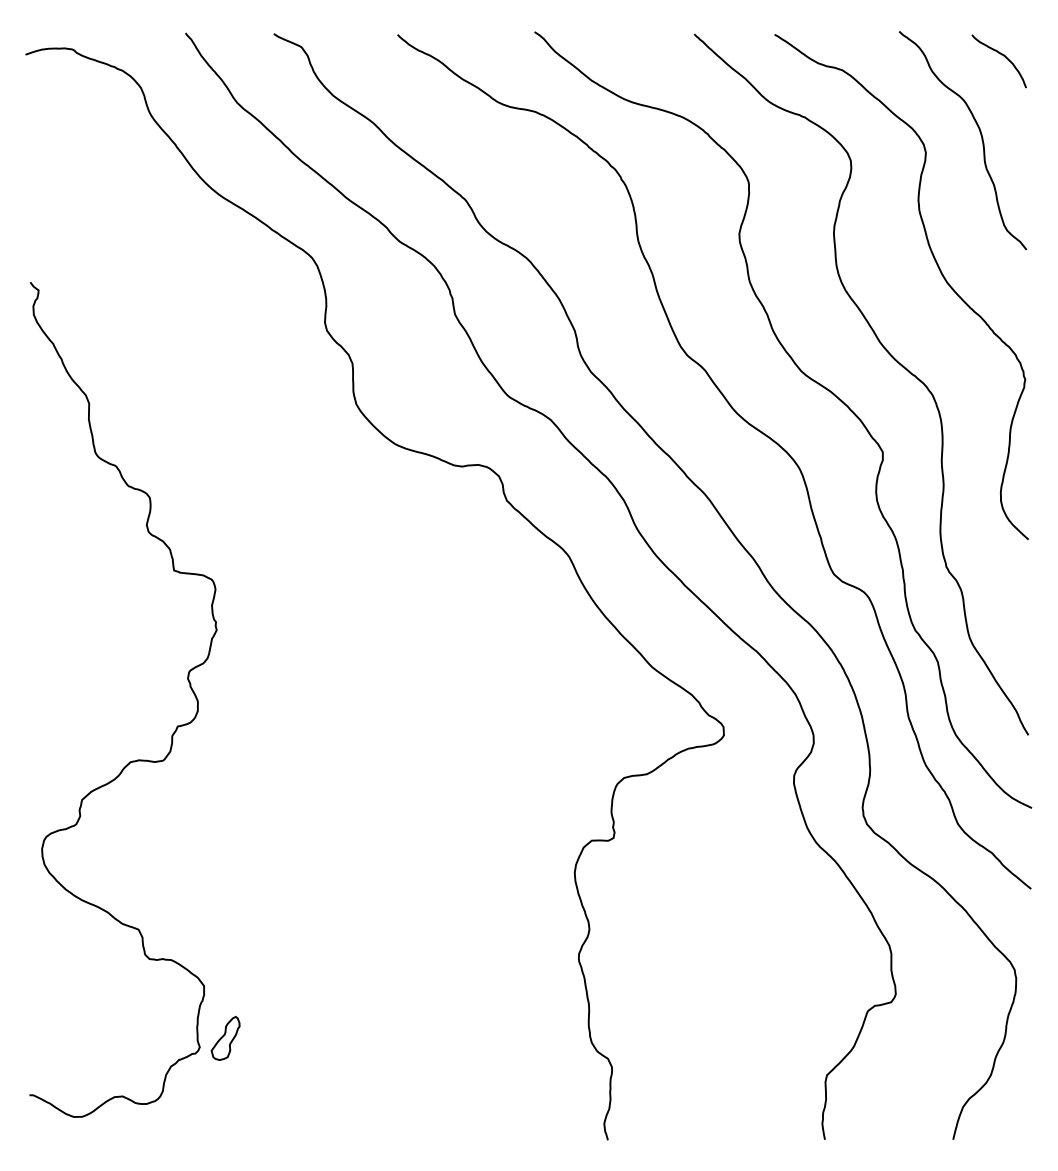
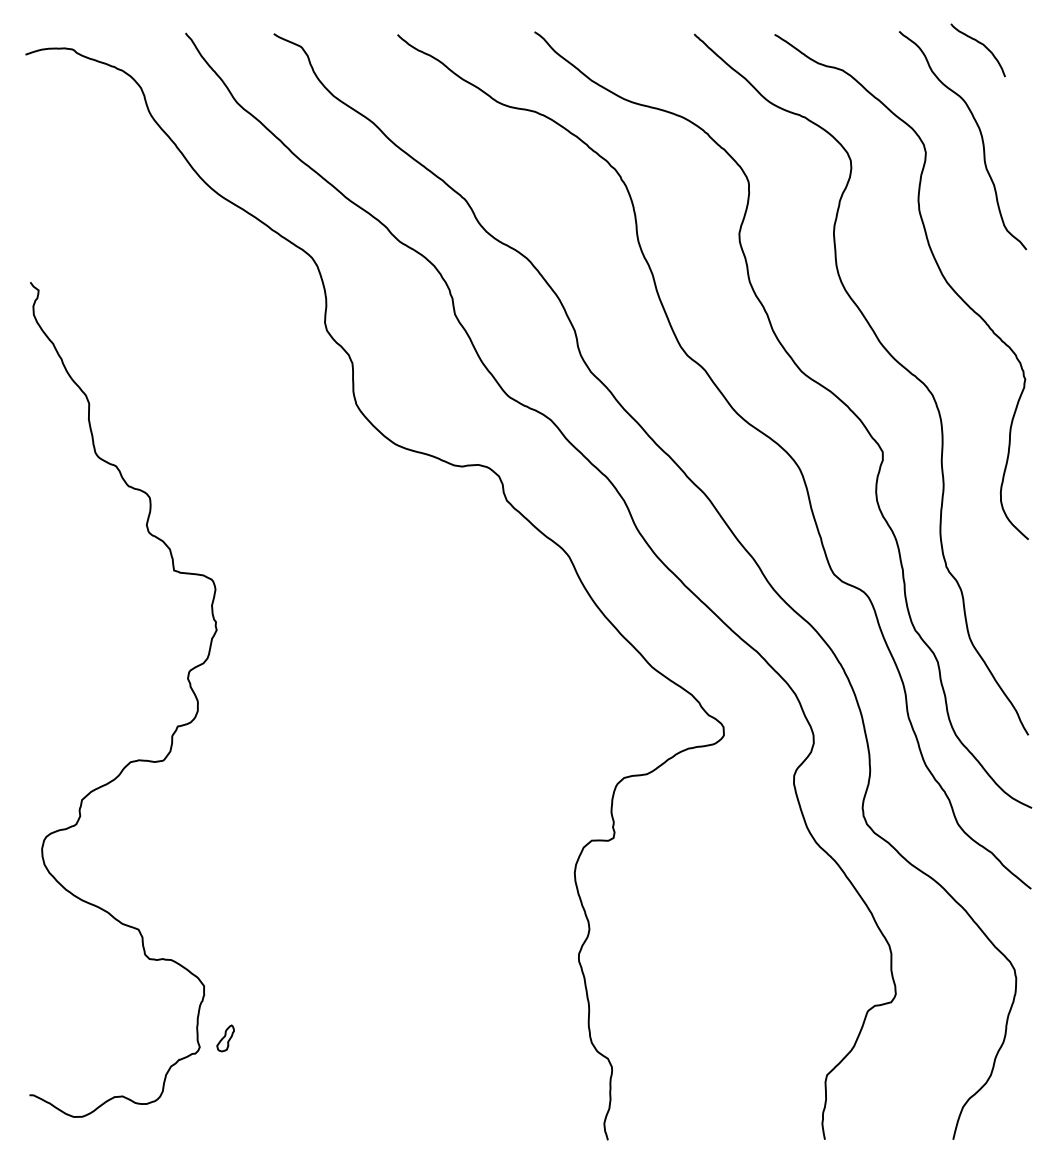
curve at (1001, 55) position: (1001, 55) -> (980, 44)
part at (225, 1038) size: 31x45 px -> 19x29 px
